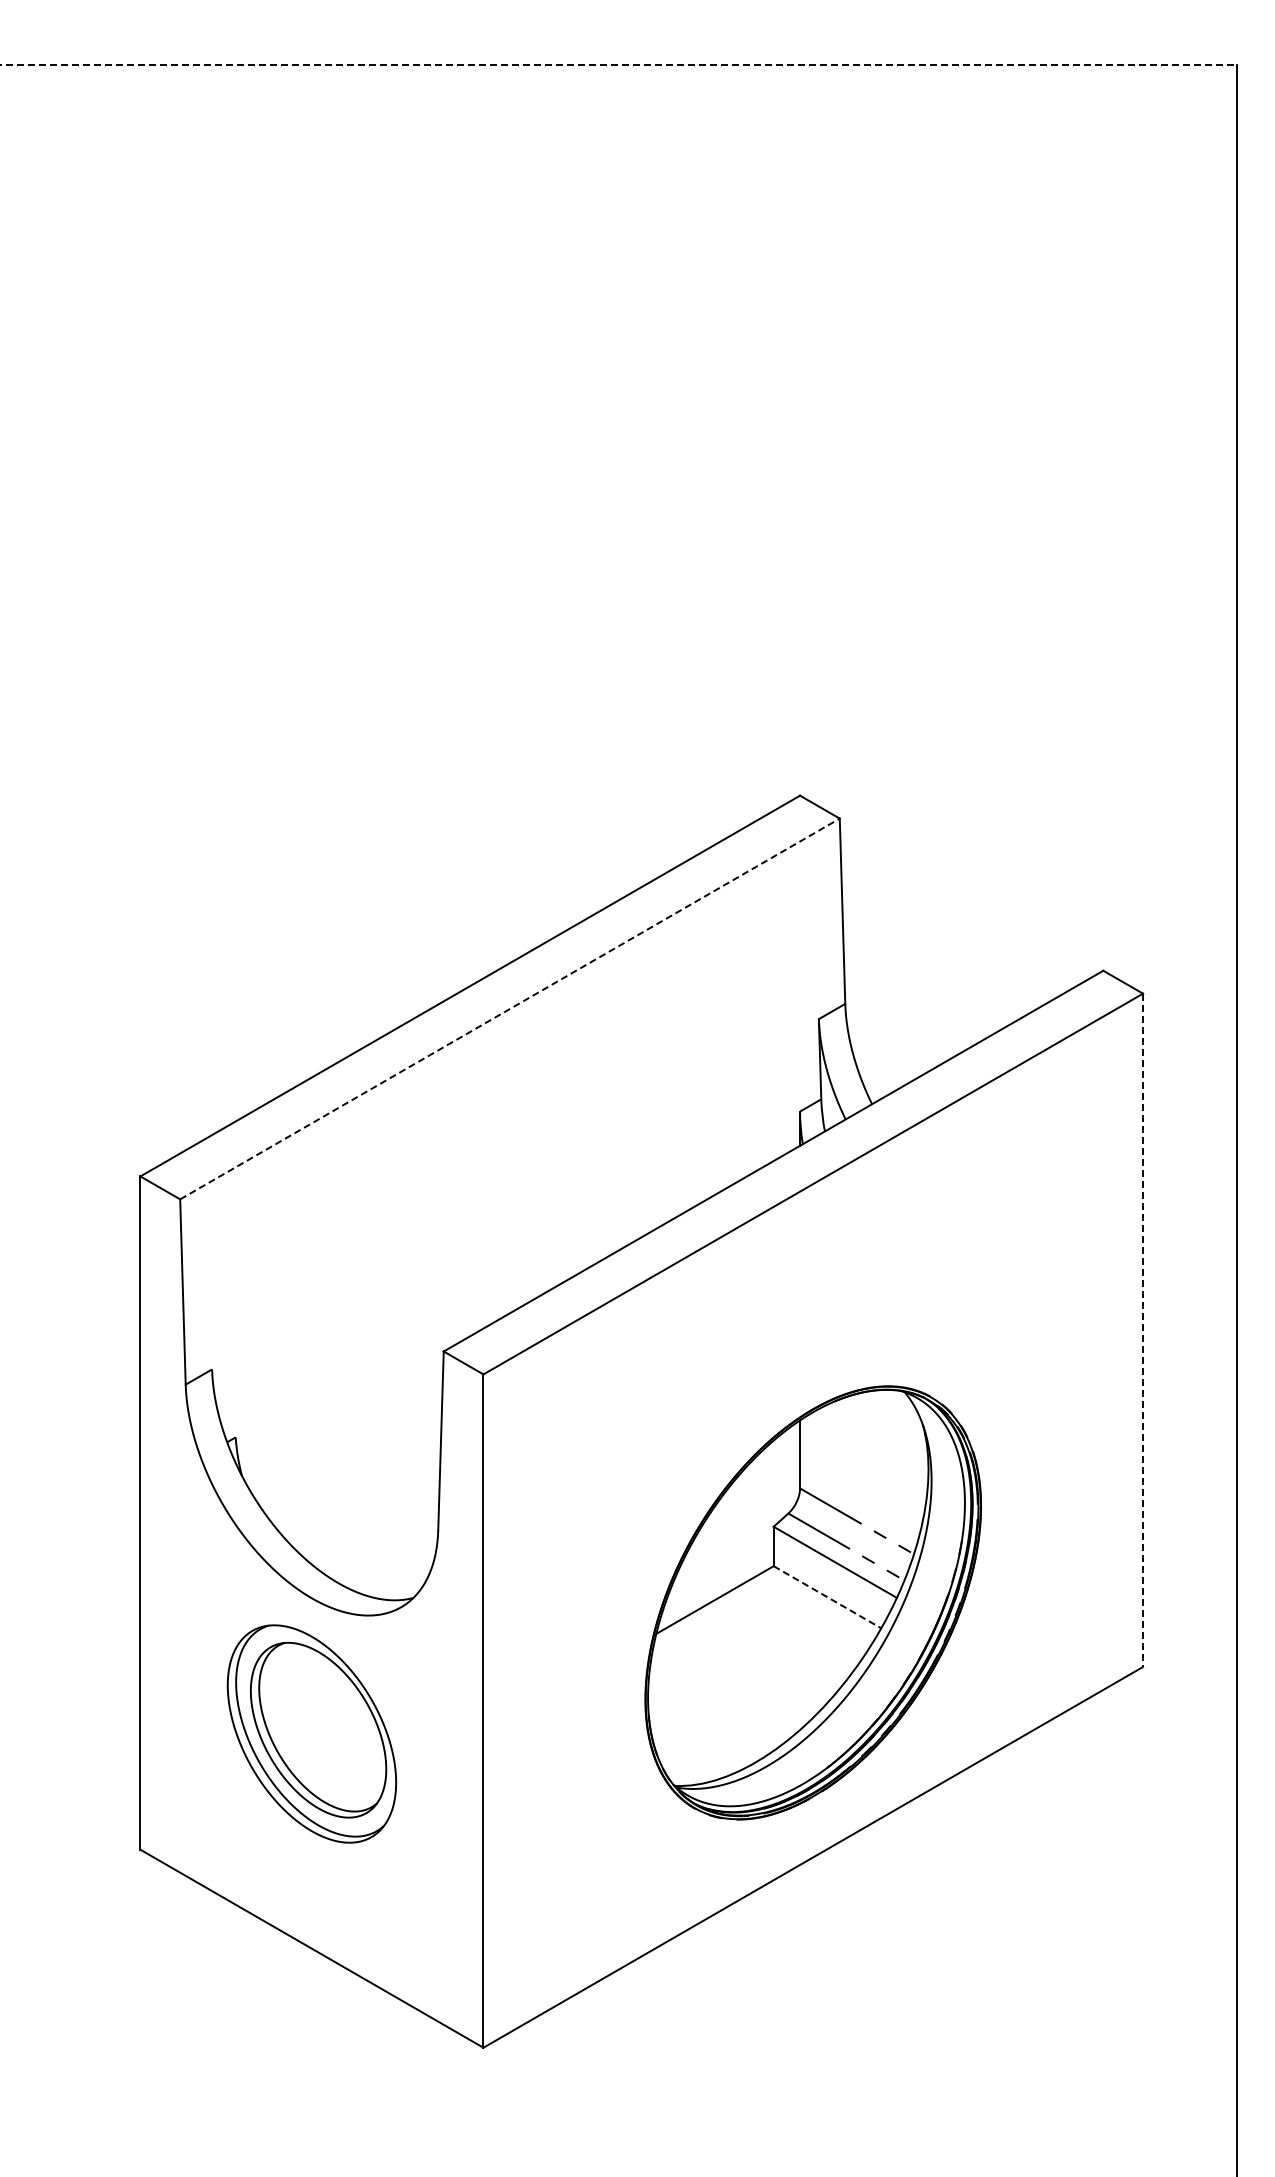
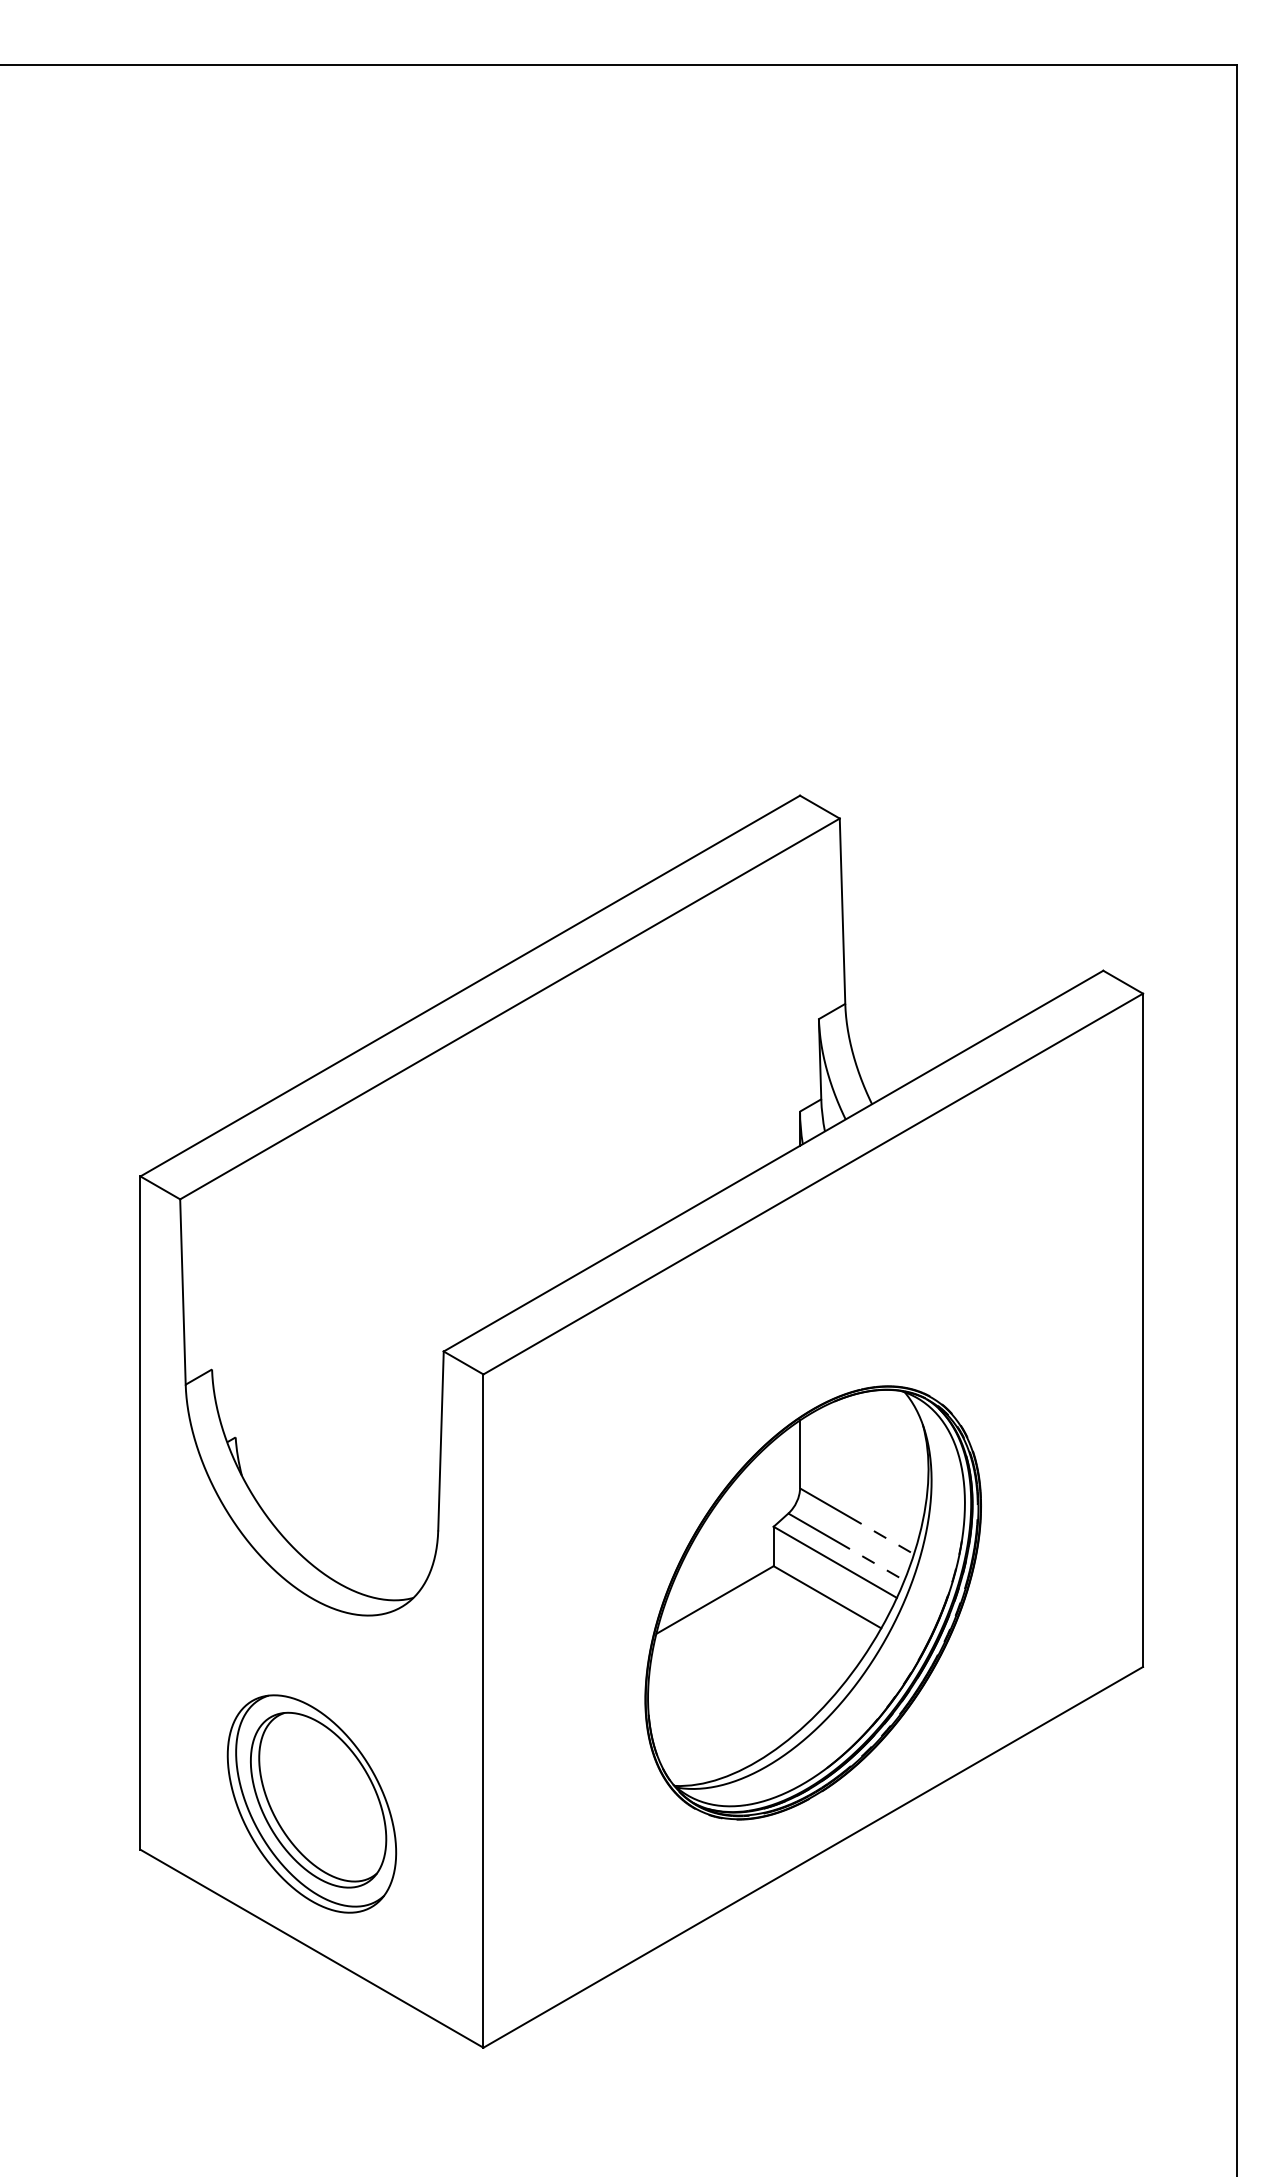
line at (619, 65): dashed -> solid
line at (509, 1008): dashed -> solid
line at (1143, 1330): dashed -> solid
line at (827, 1597): dashed -> solid
part at (311, 1733) position: (311, 1733) -> (311, 1803)
